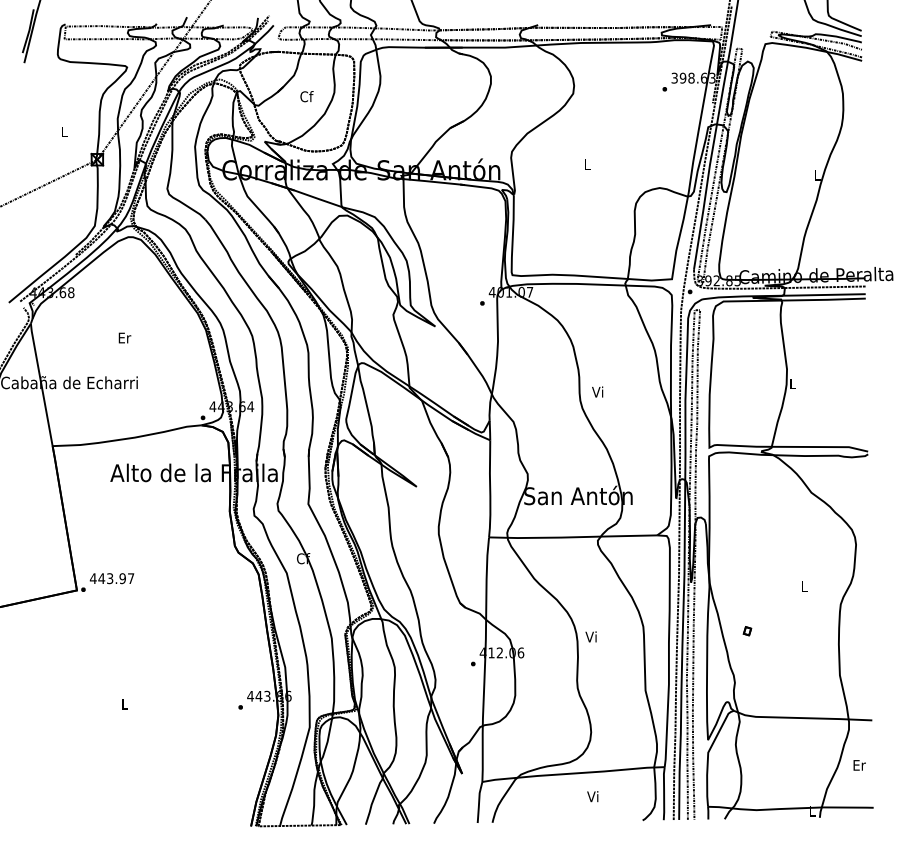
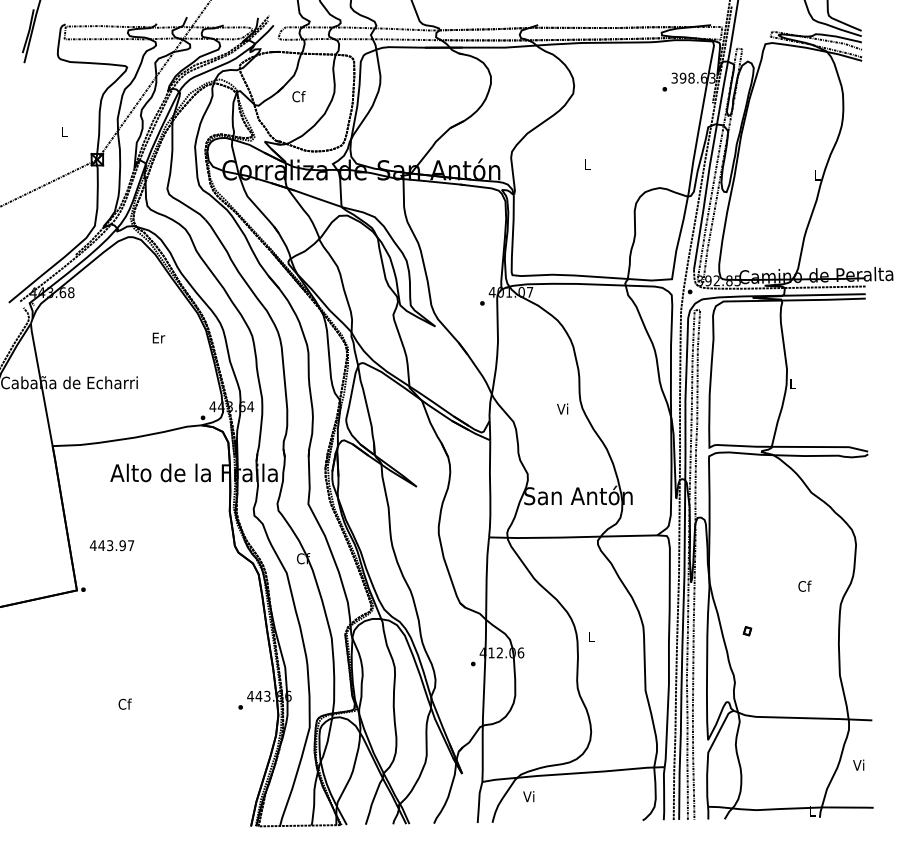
text at (306, 96) position: (306, 96) -> (298, 96)
text at (124, 337) position: (124, 337) -> (158, 337)
text at (597, 391) position: (597, 391) -> (562, 408)
text at (111, 578) position: (111, 578) -> (111, 545)
text at (804, 585): L -> Cf
text at (590, 636): Vi -> L
text at (124, 703): L -> Cf
text at (859, 764): Er -> Vi
text at (592, 796) position: (592, 796) -> (528, 796)
